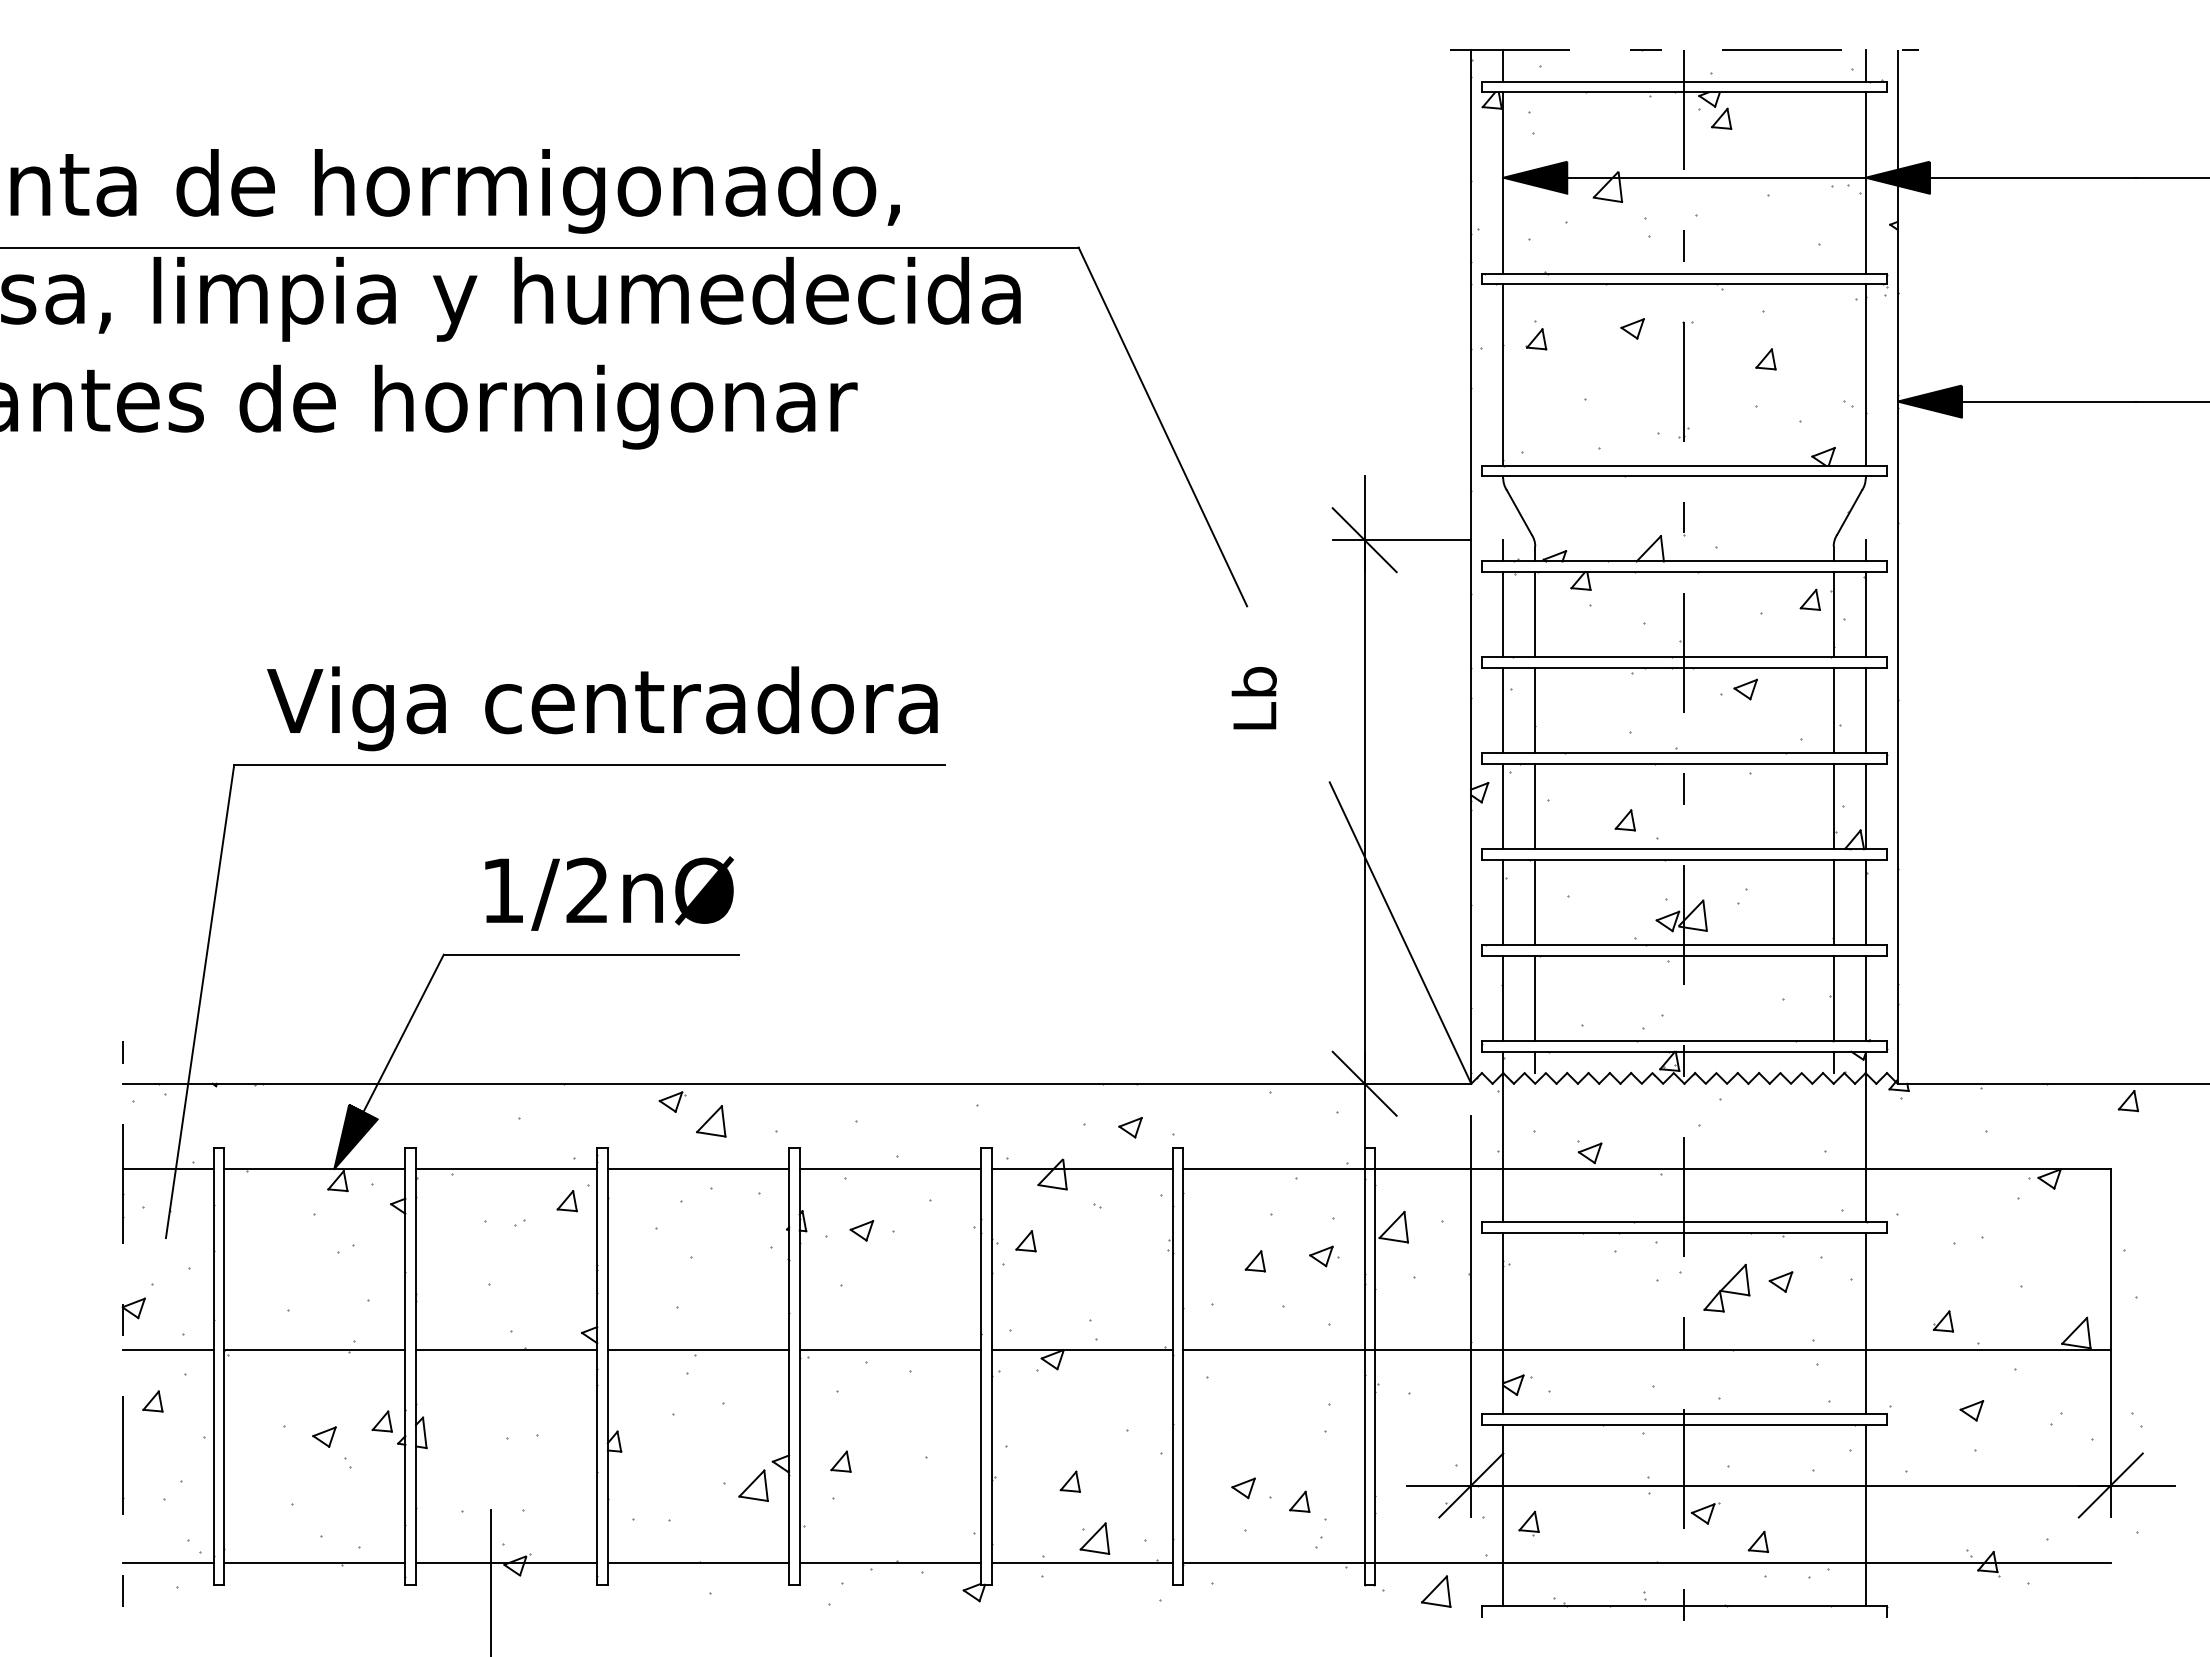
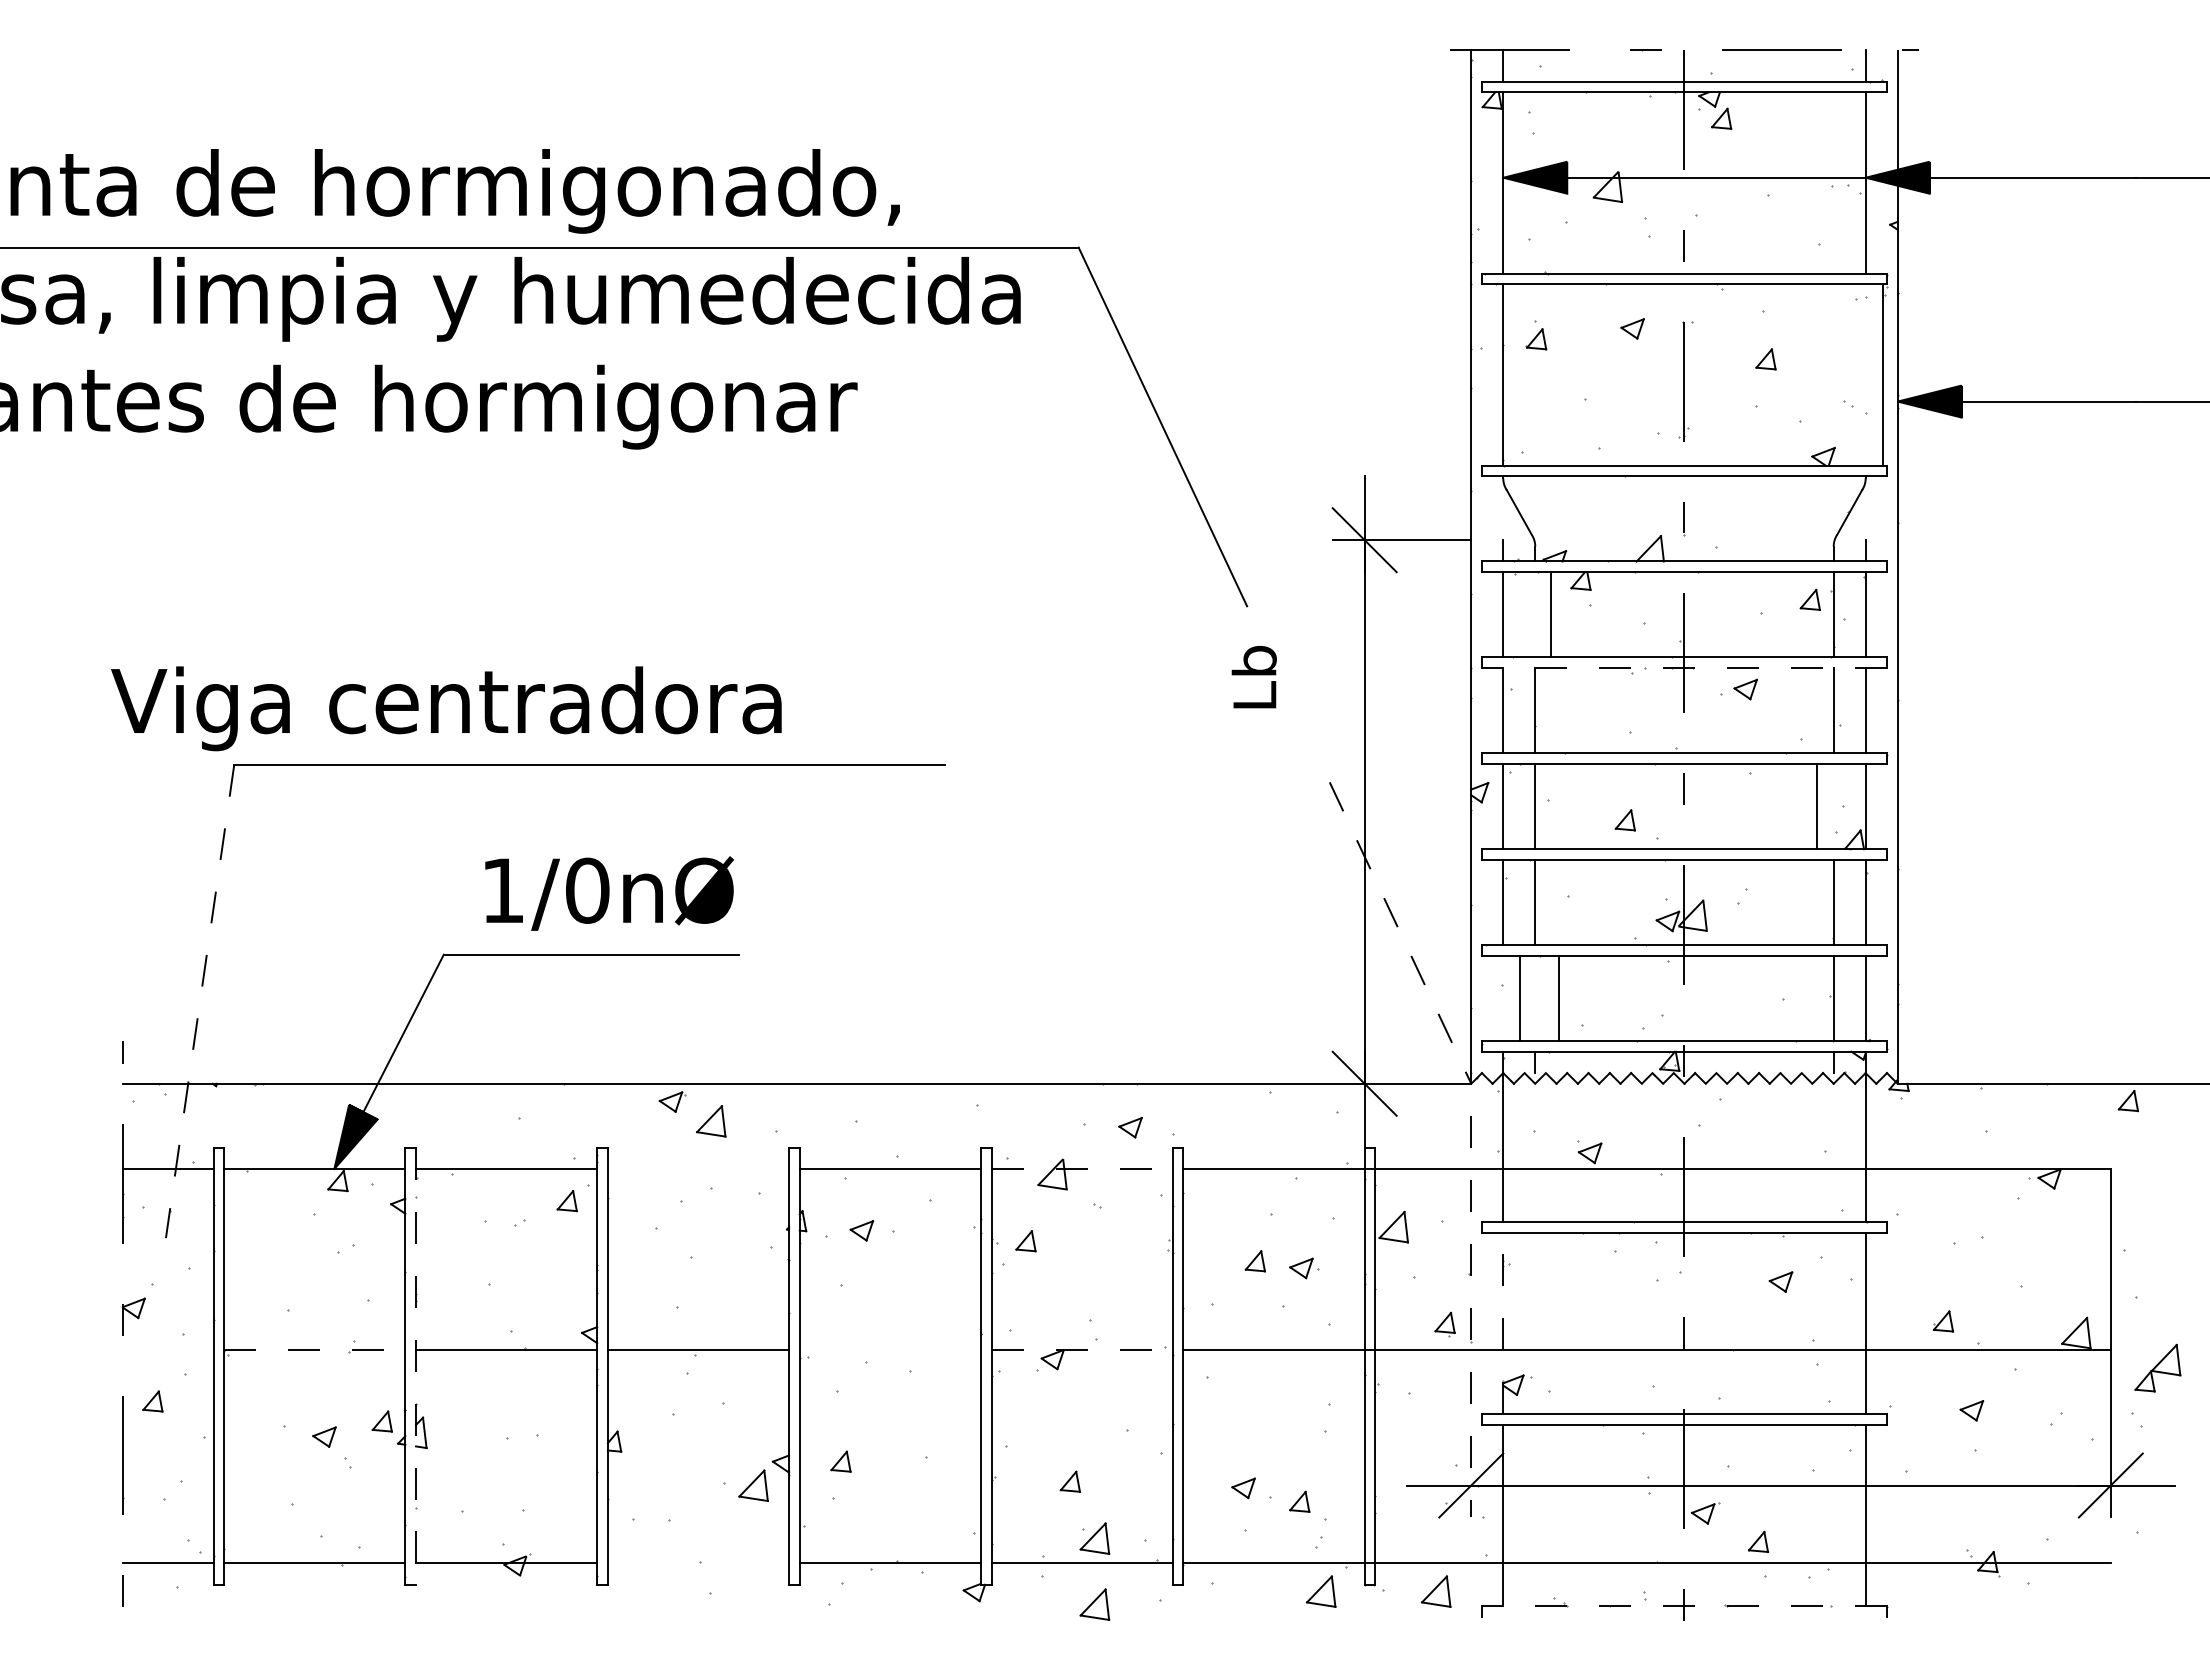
line at (1865, 374) position: (1865, 374) -> (1882, 374)
line at (1535, 614) position: (1535, 614) -> (1551, 614)
line at (1684, 668): solid -> dashed
text at (1253, 698) position: (1253, 698) -> (1253, 677)
text at (602, 708) position: (602, 708) -> (446, 708)
line at (1833, 806) position: (1833, 806) -> (1816, 806)
text at (587, 890): 1/2nØ -> 1/0nØ
line at (1400, 933): solid -> dashed
line at (1503, 998) position: (1503, 998) -> (1520, 998)
line at (1535, 998) position: (1535, 998) -> (1559, 998)
line at (200, 1001): solid -> dashed
line at (698, 1169): present -> none
line at (1082, 1169): solid -> dashed
part at (1324, 1256) position: (1324, 1256) -> (1304, 1268)
part at (1726, 1287) position: (1726, 1287) -> (2157, 1367)
line at (1471, 1316): solid -> dashed
line at (1503, 1323): solid -> dashed
line at (167, 1350): present -> none
line at (314, 1350): solid -> dashed
line at (889, 1350): present -> none
line at (1082, 1350): solid -> dashed
line at (416, 1366): solid -> dashed
part at (1528, 1523) position: (1528, 1523) -> (1444, 1324)
line at (698, 1563): present -> none
line at (490, 1581): present -> none
part at (1321, 1591): none -> present
part at (1094, 1604): none -> present
line at (1684, 1606): solid -> dashed
